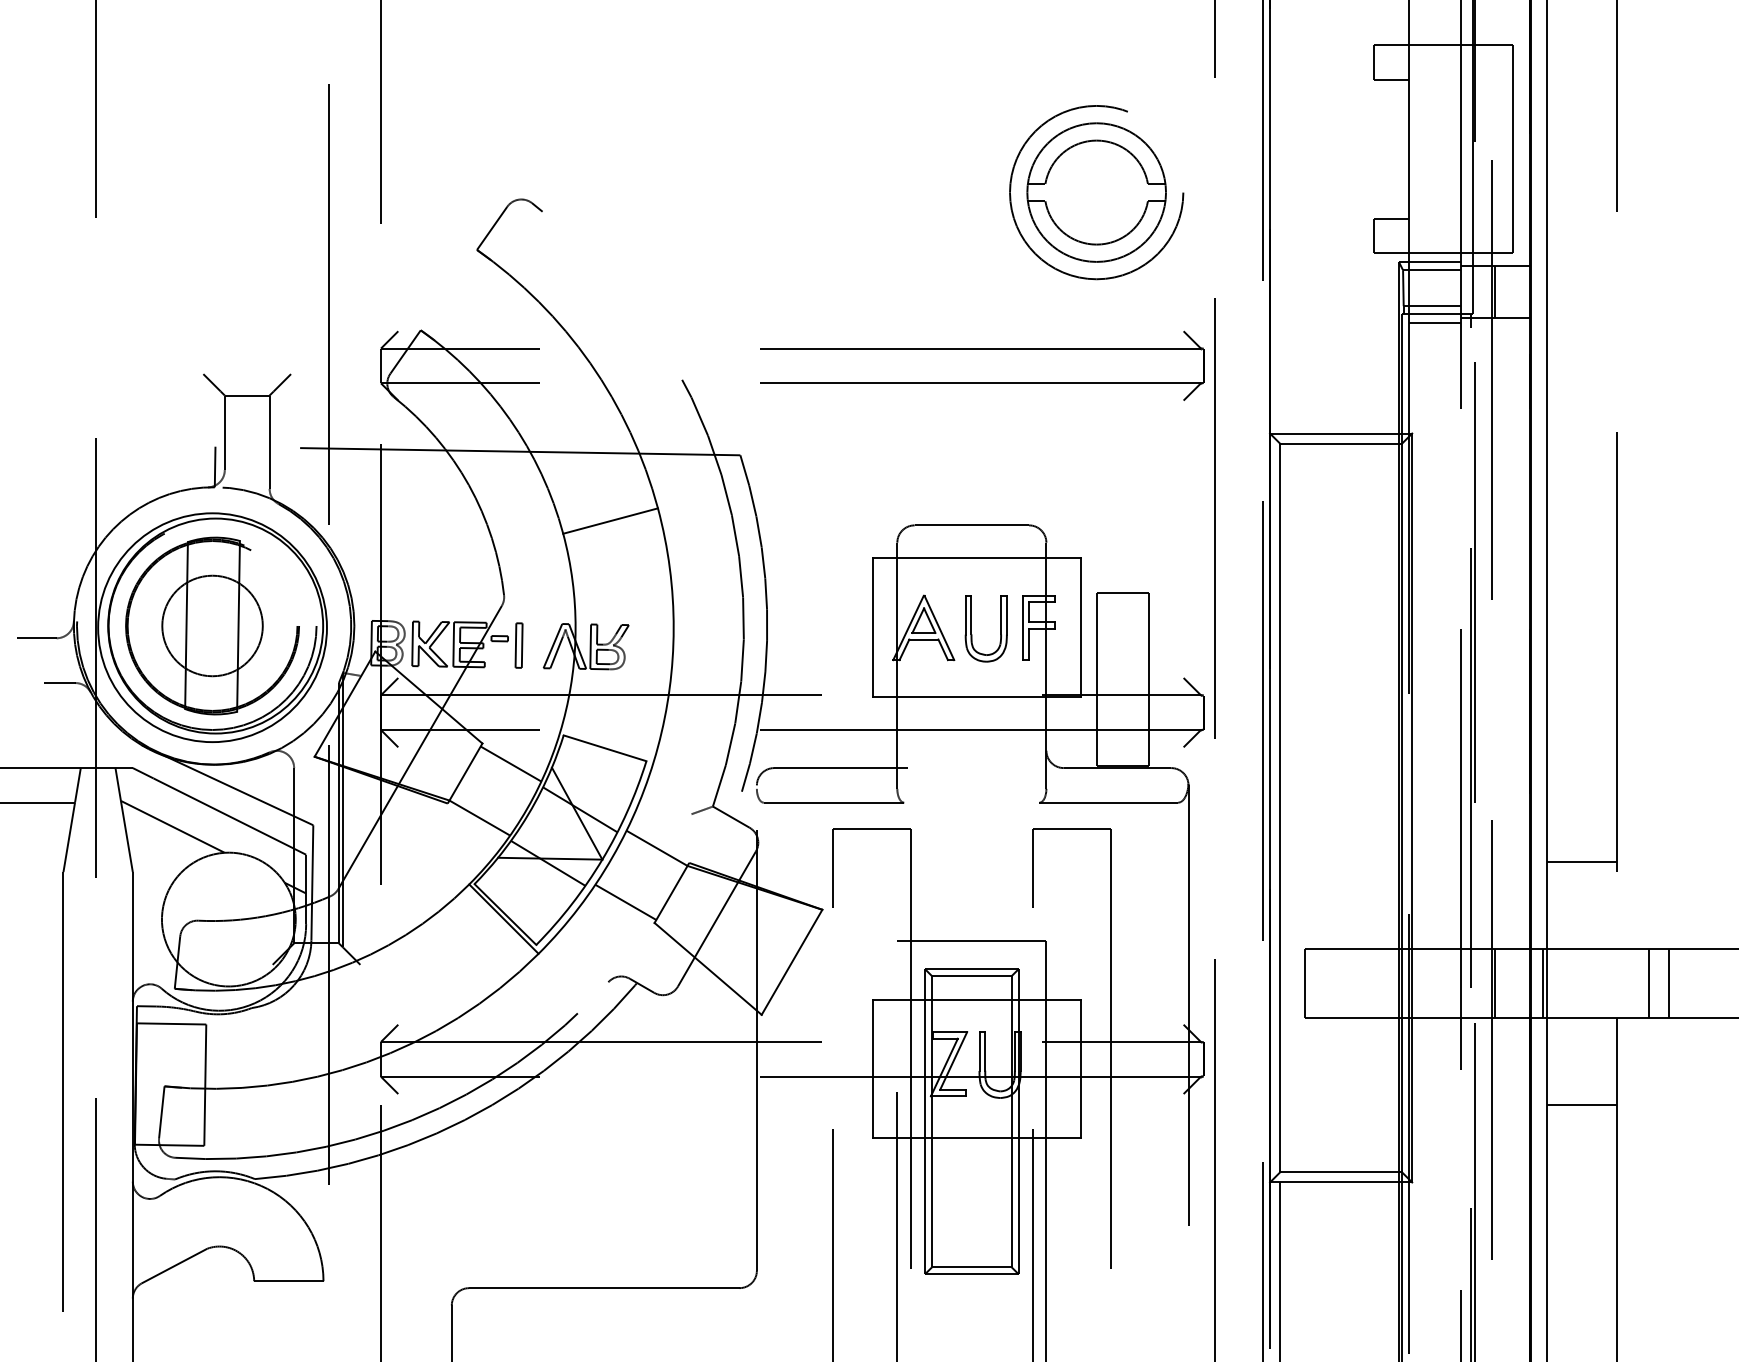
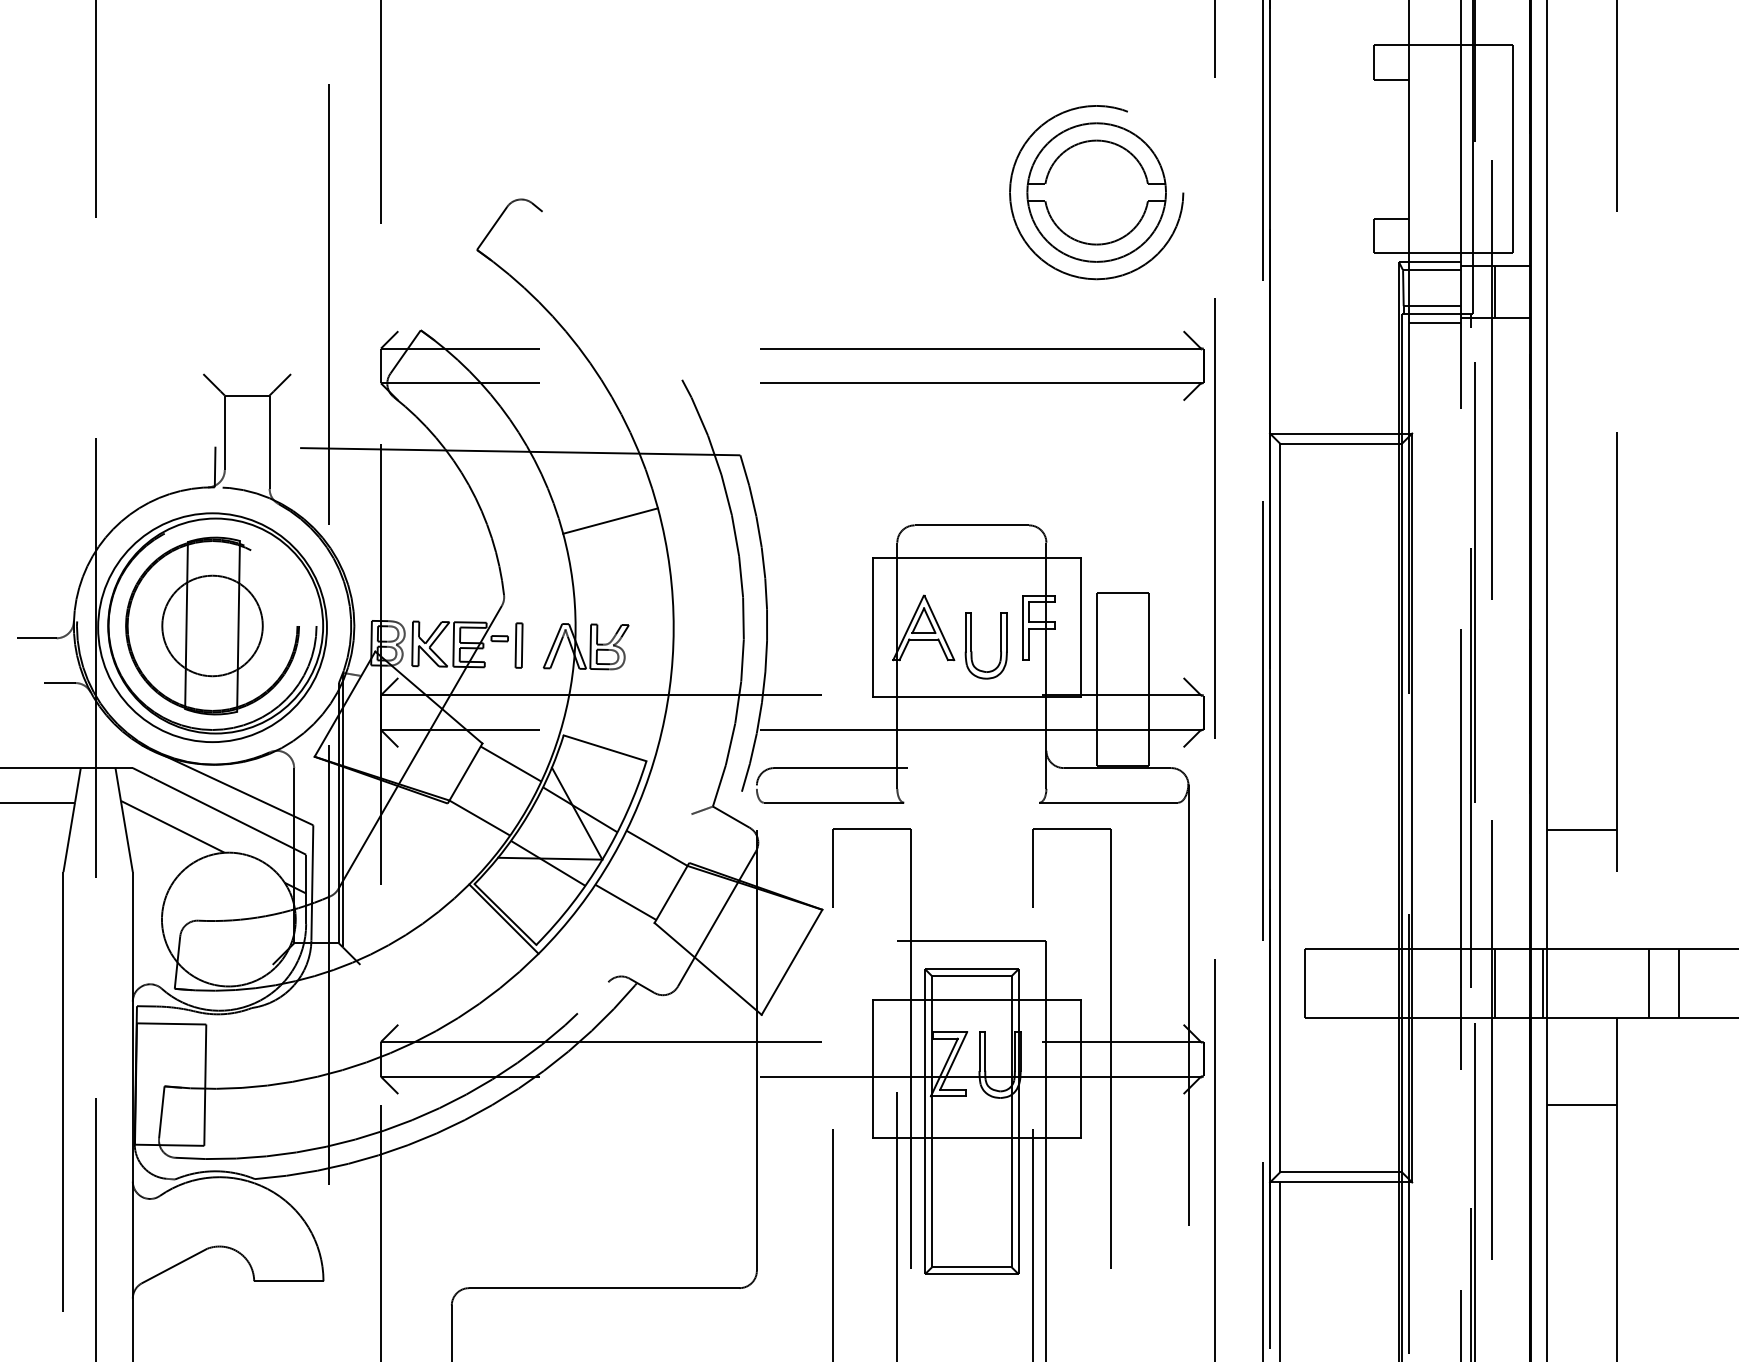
part at (971, 628) position: (971, 628) -> (971, 645)
line at (1581, 861) position: (1581, 861) -> (1581, 829)
line at (1668, 982) position: (1668, 982) -> (1678, 982)
